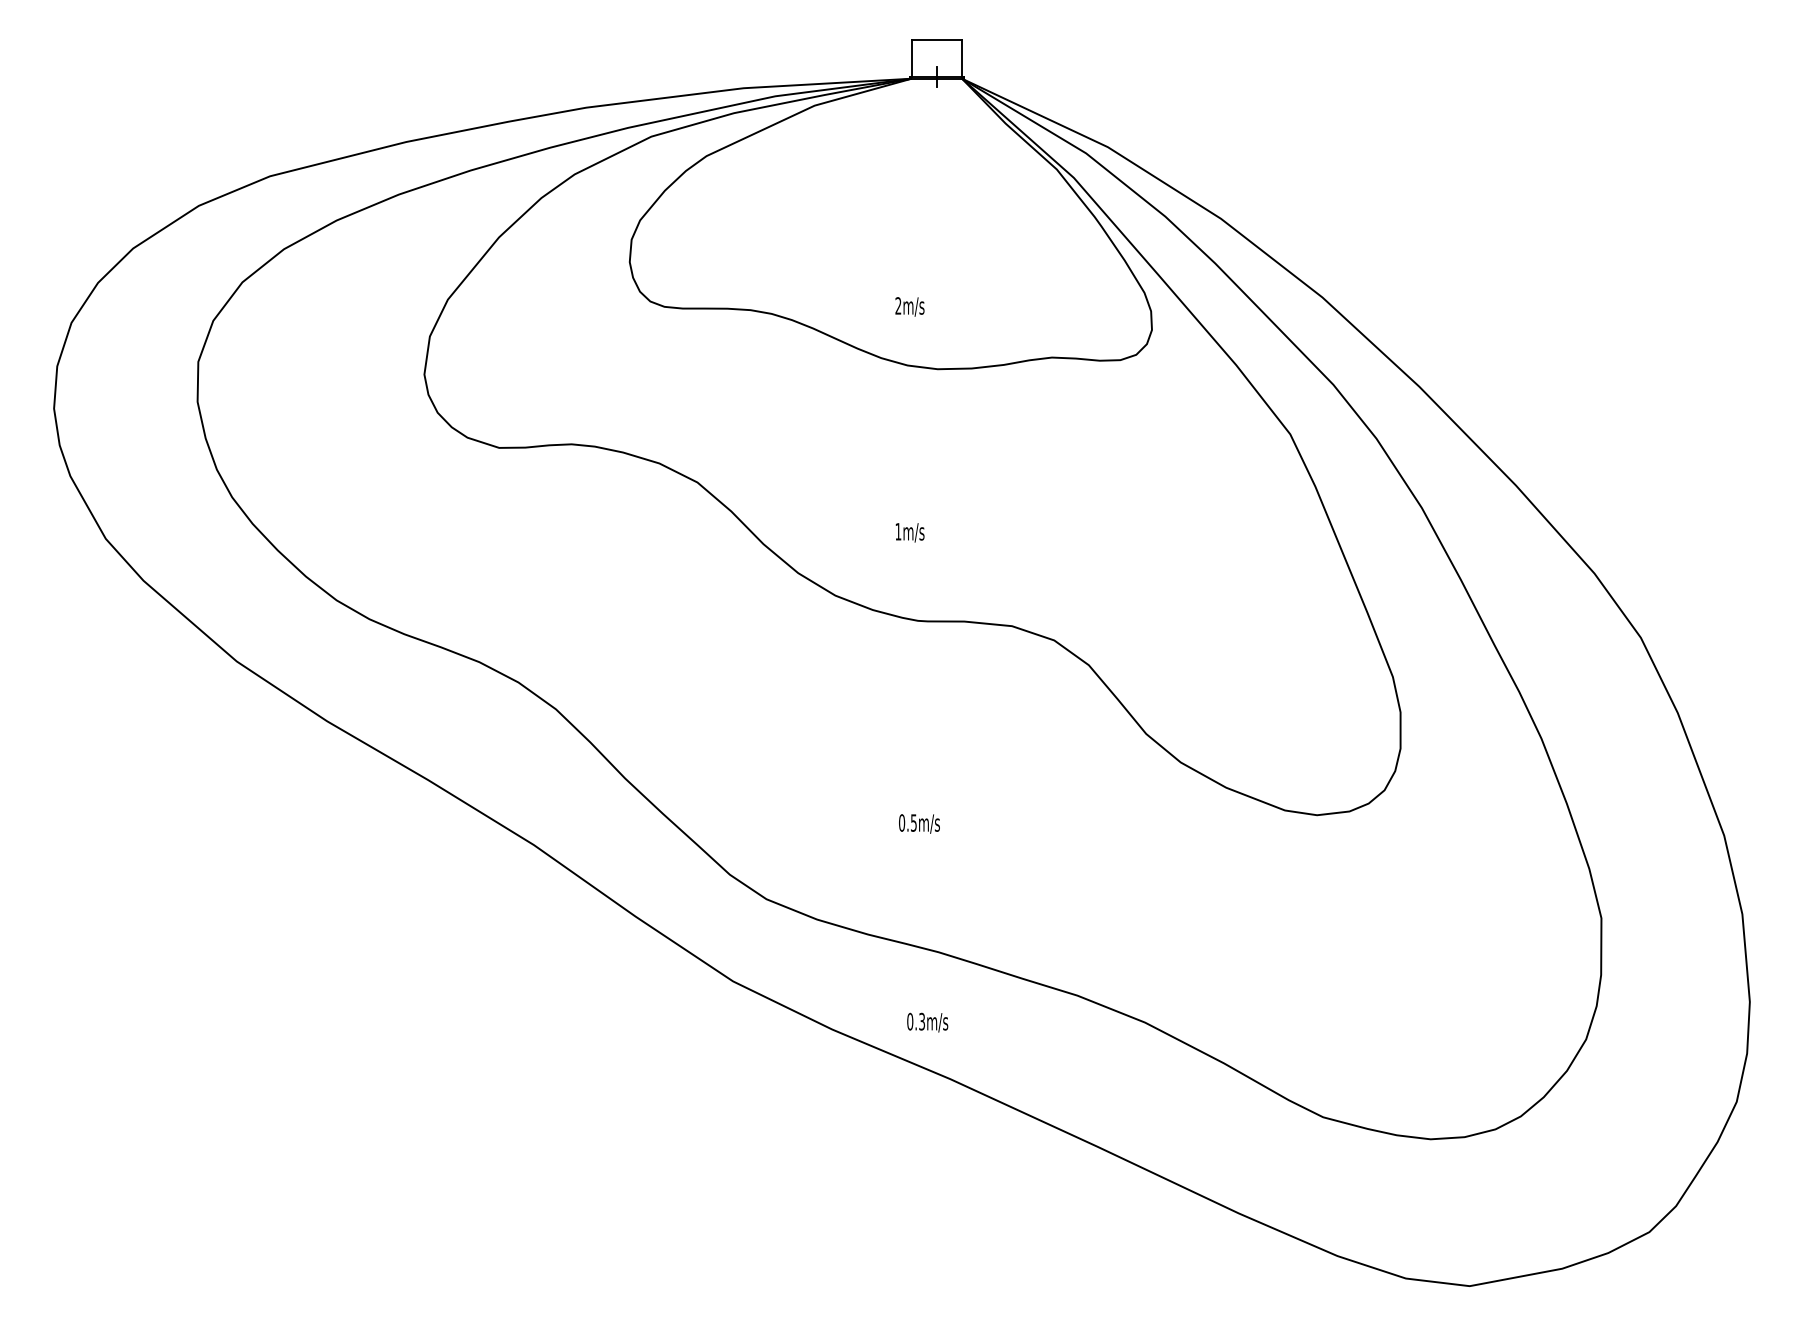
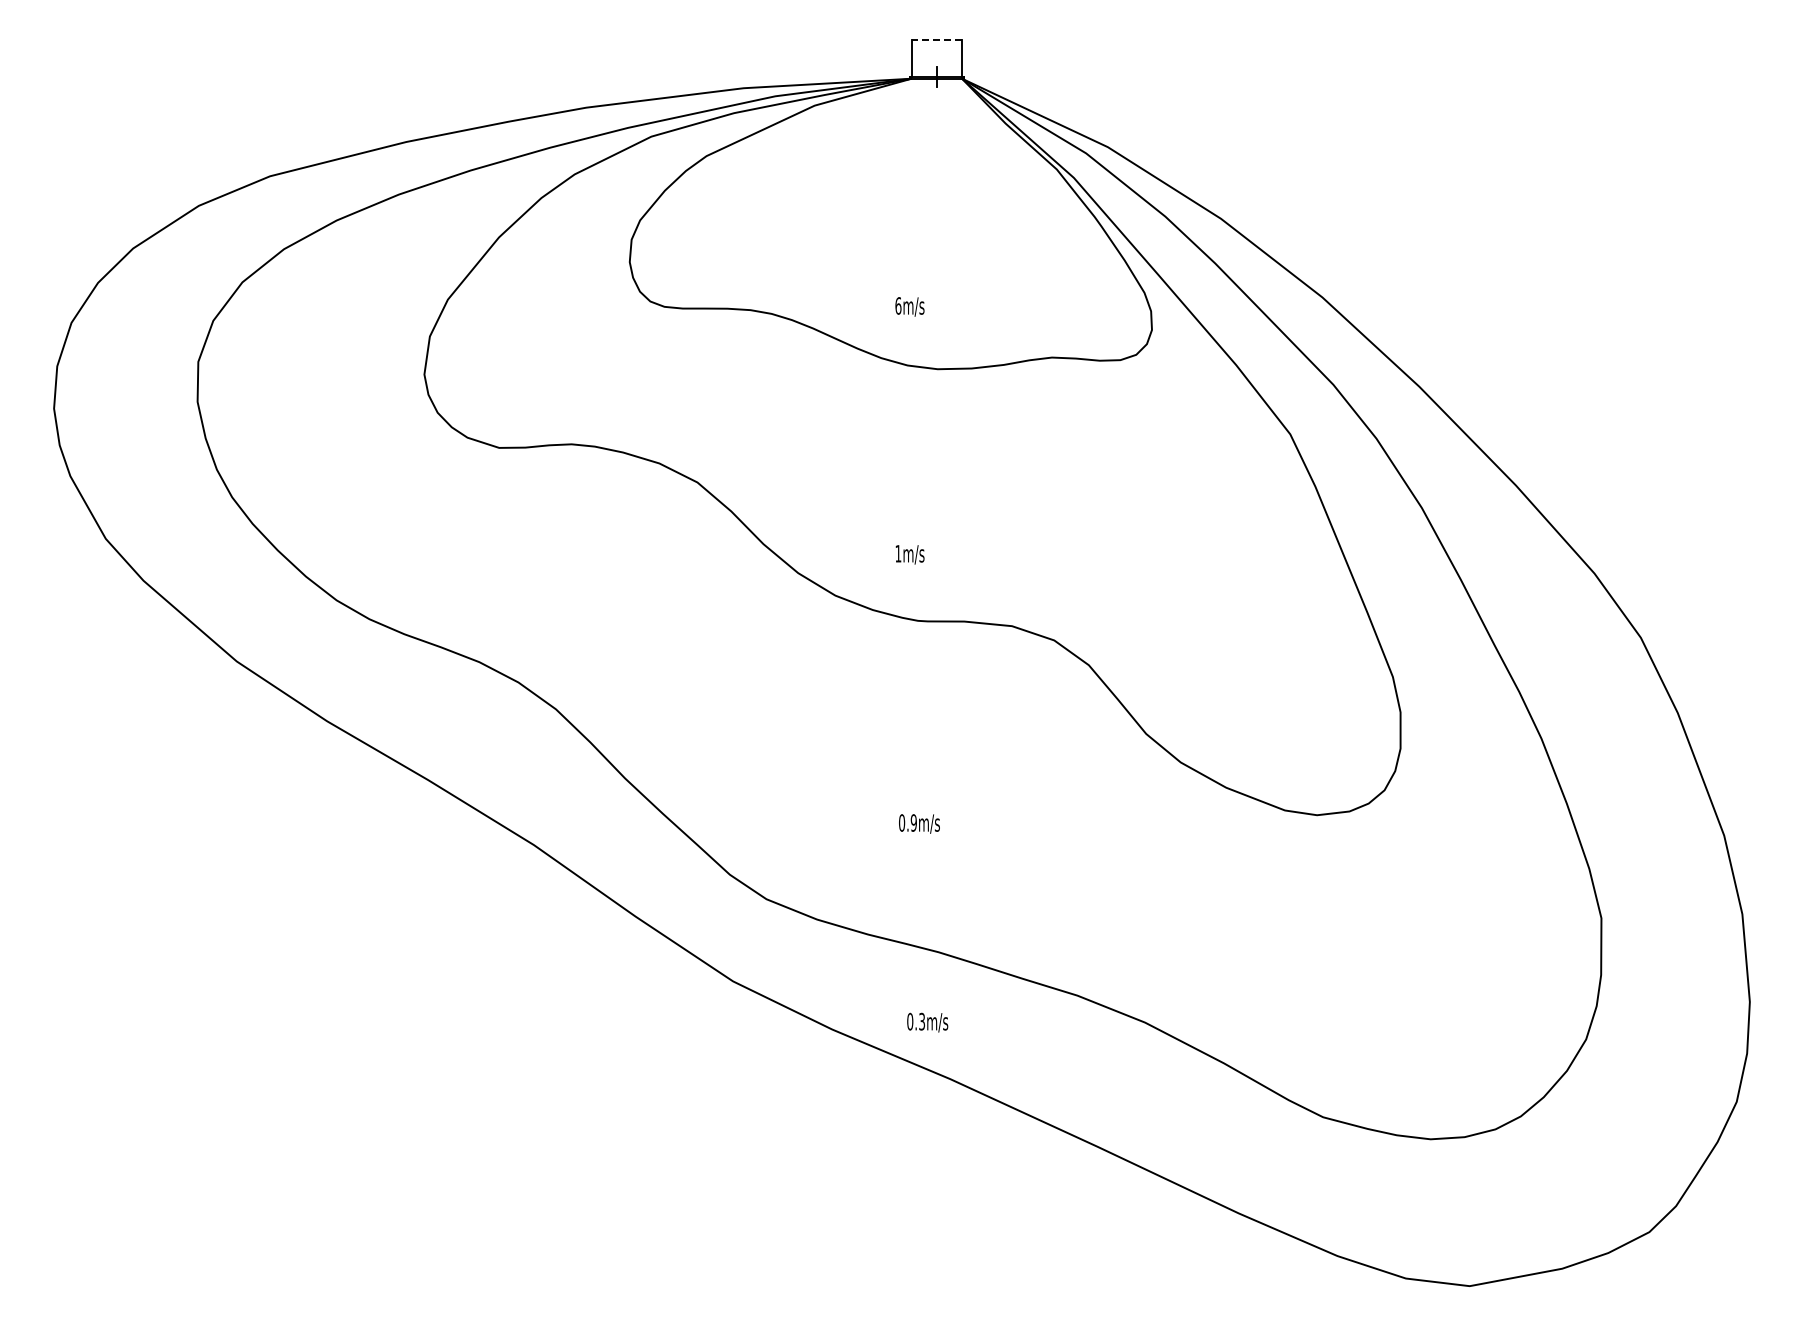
line at (936, 39): solid -> dashed
text at (898, 305): 2m/s -> 6m/s
text at (909, 532) position: (909, 532) -> (909, 554)
text at (913, 822): 0.5m/s -> 0.9m/s
